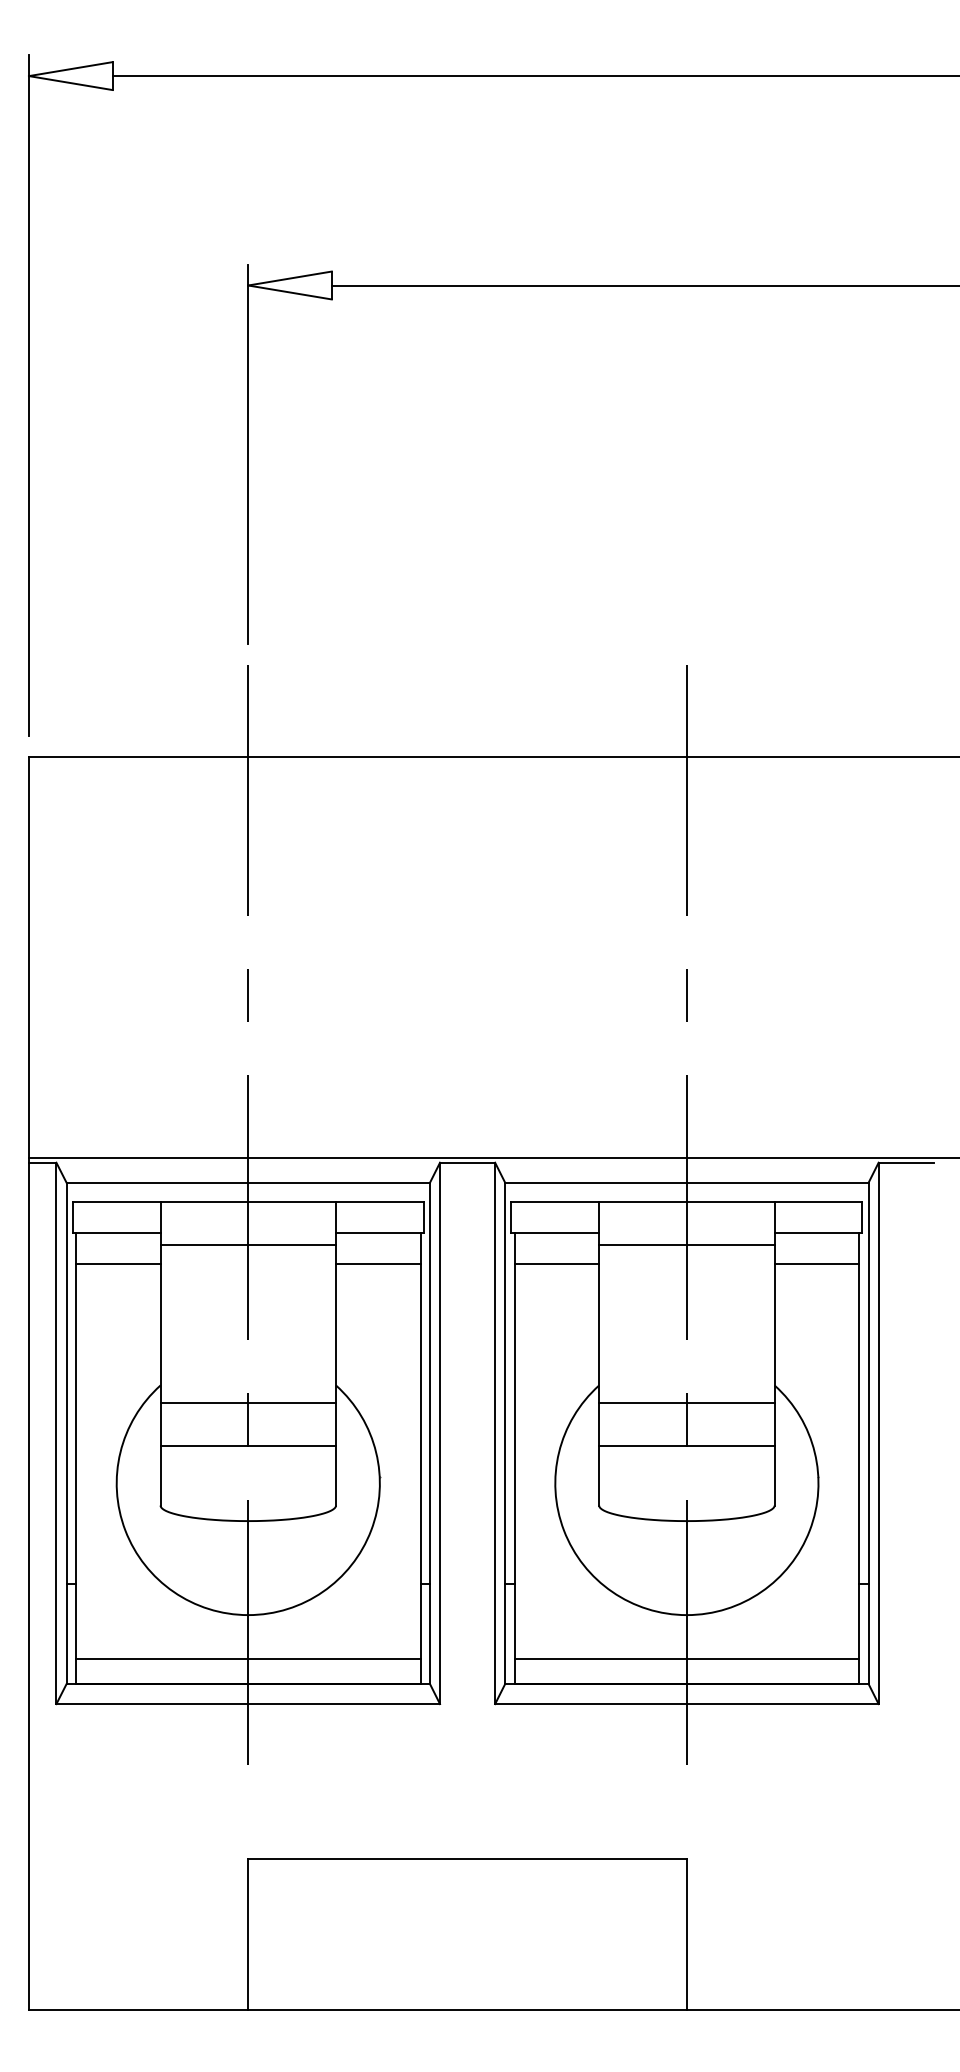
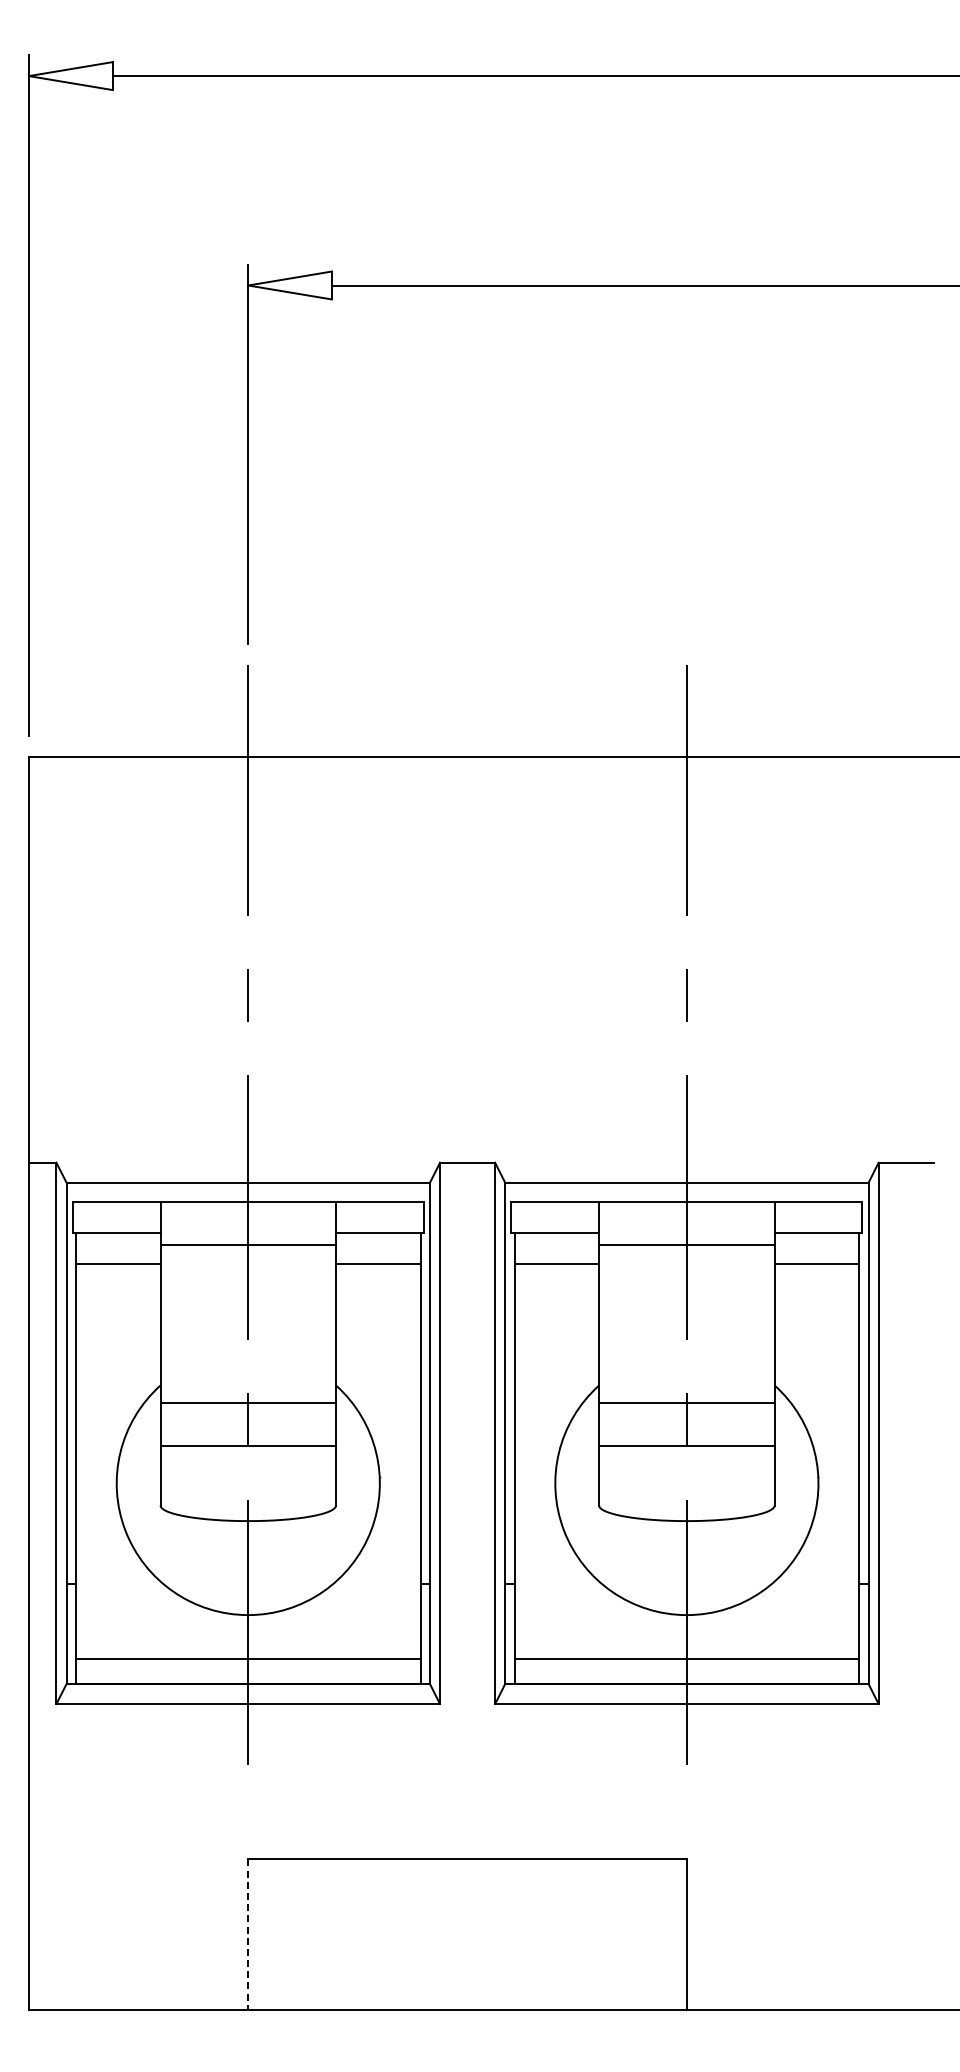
line at (492, 1157): present -> none
line at (248, 1935): solid -> dashed
